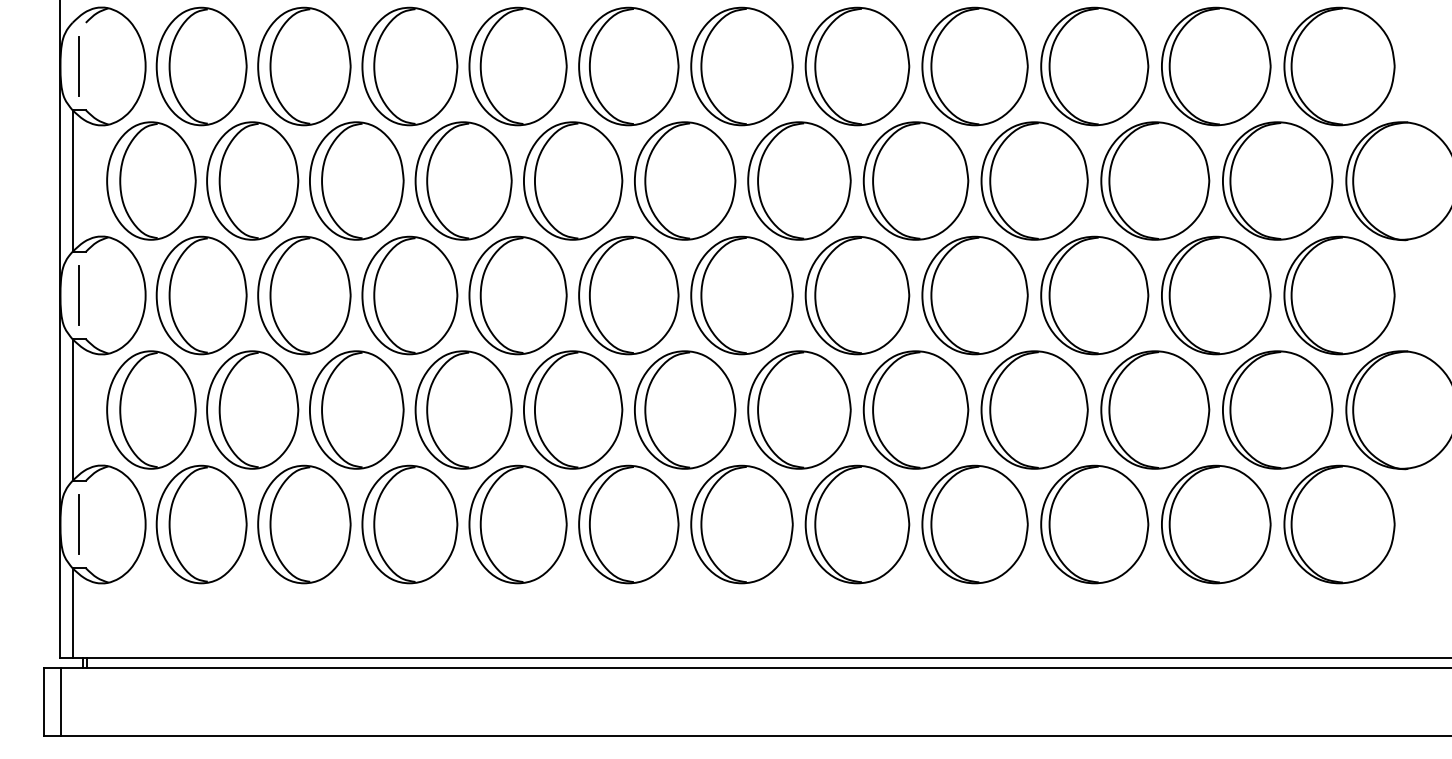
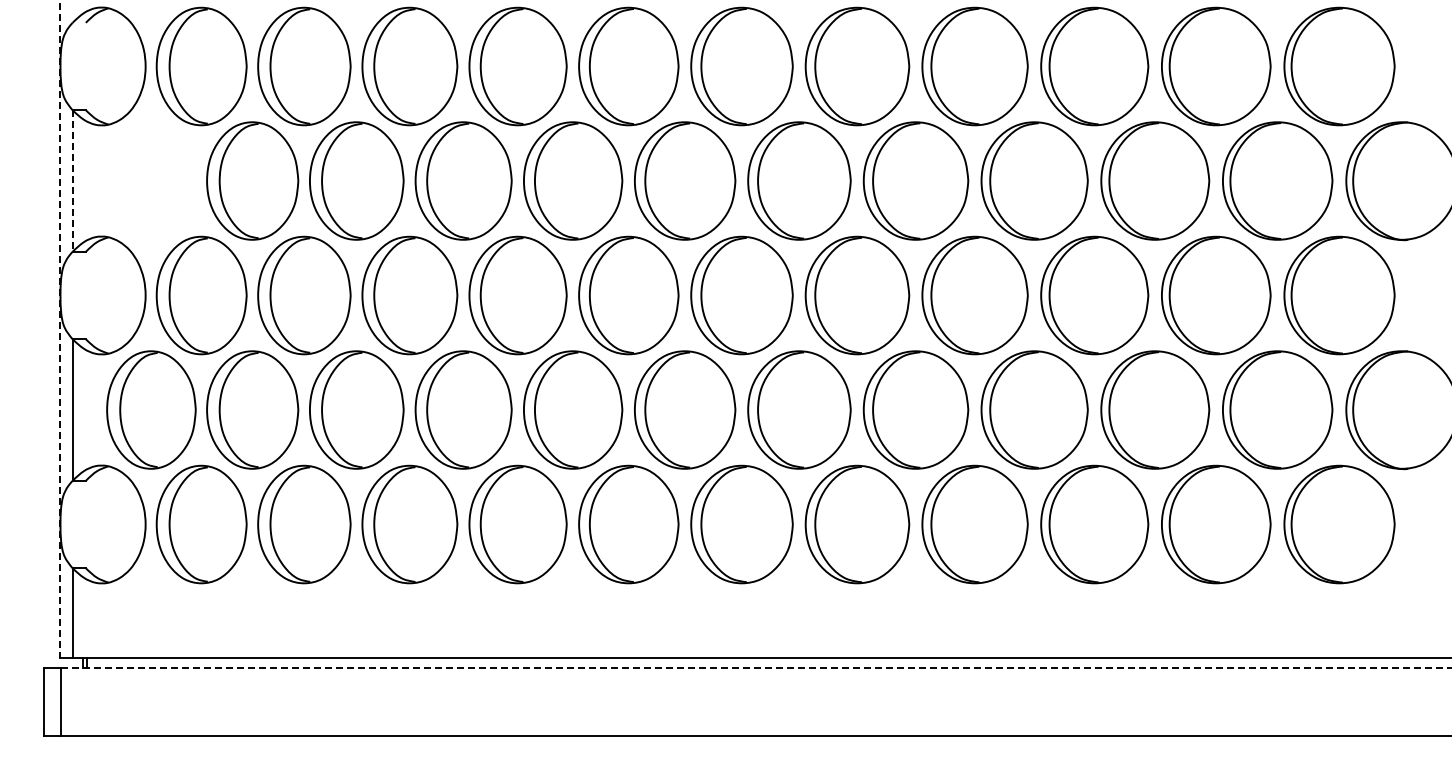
line at (79, 66): present -> none
part at (151, 180): present -> none
line at (72, 181): solid -> dashed
line at (79, 295): present -> none
line at (59, 329): solid -> dashed
line at (79, 524): present -> none
line at (756, 667): solid -> dashed
